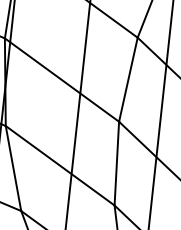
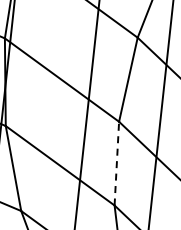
line at (77, 114) position: (77, 114) -> (87, 114)
line at (116, 163): solid -> dashed
